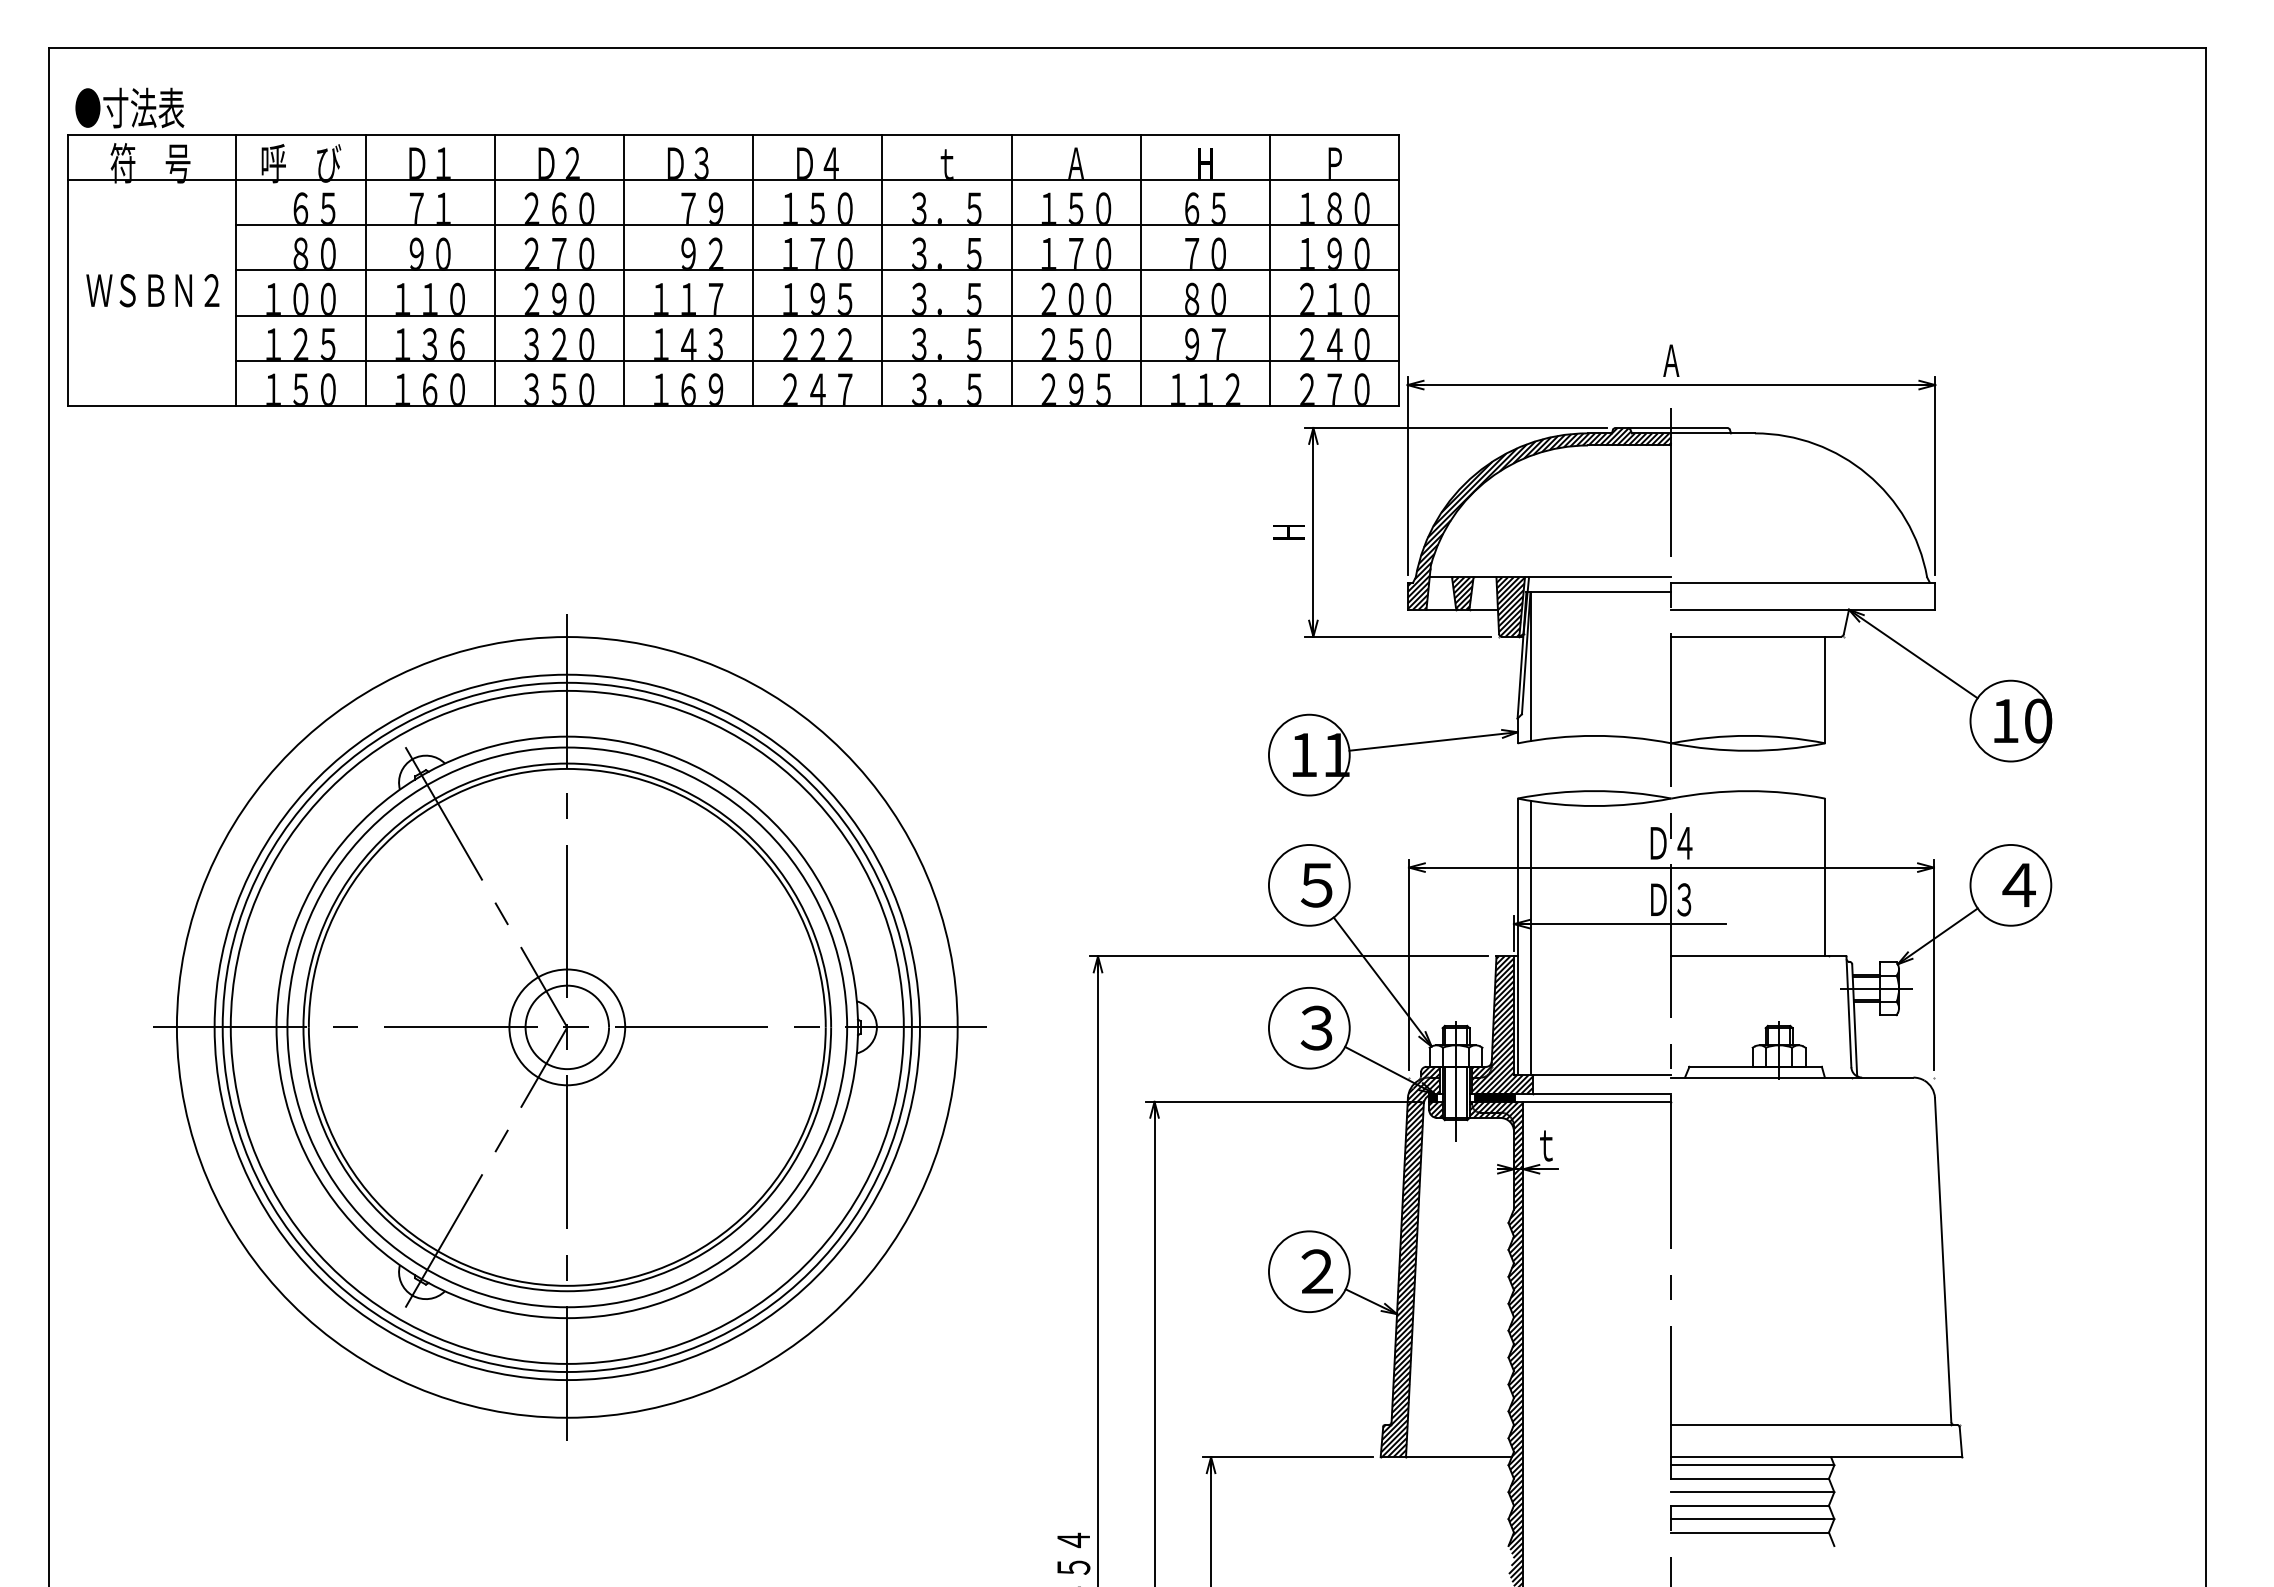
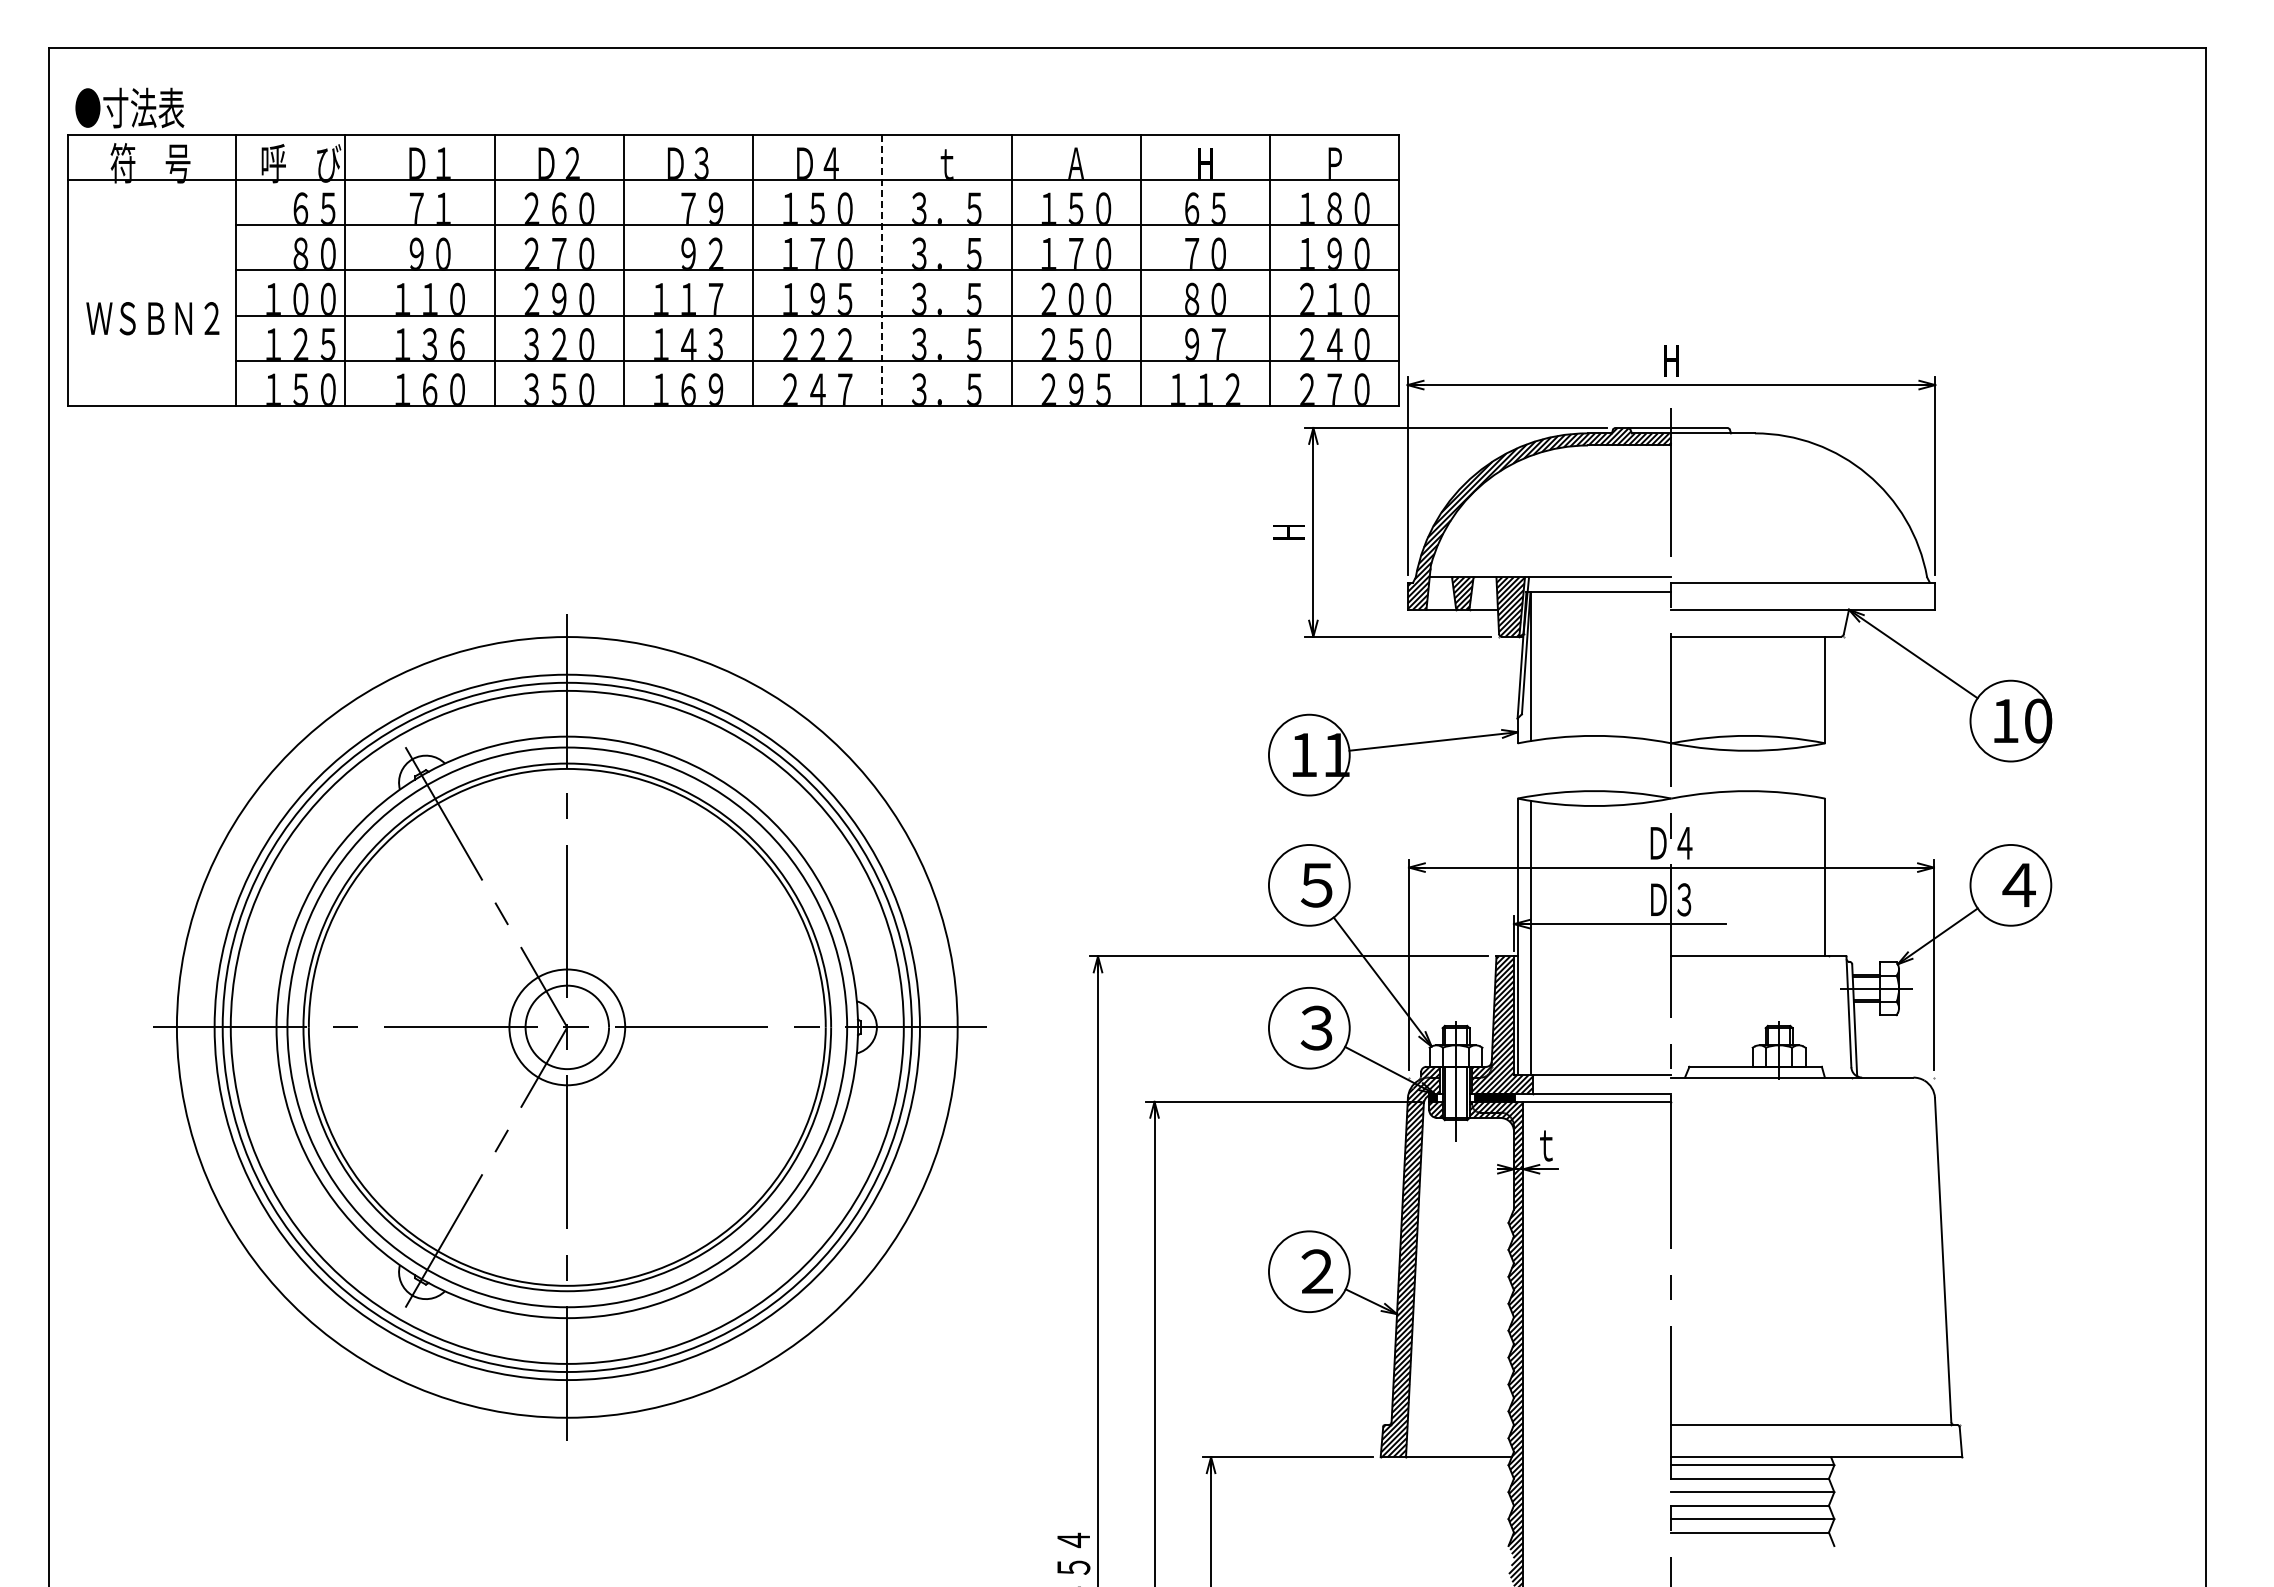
line at (365, 270) position: (365, 270) -> (344, 270)
line at (882, 270): solid -> dashed
text at (152, 290) position: (152, 290) -> (152, 318)
text at (1671, 360): Ａ -> Ｈ
